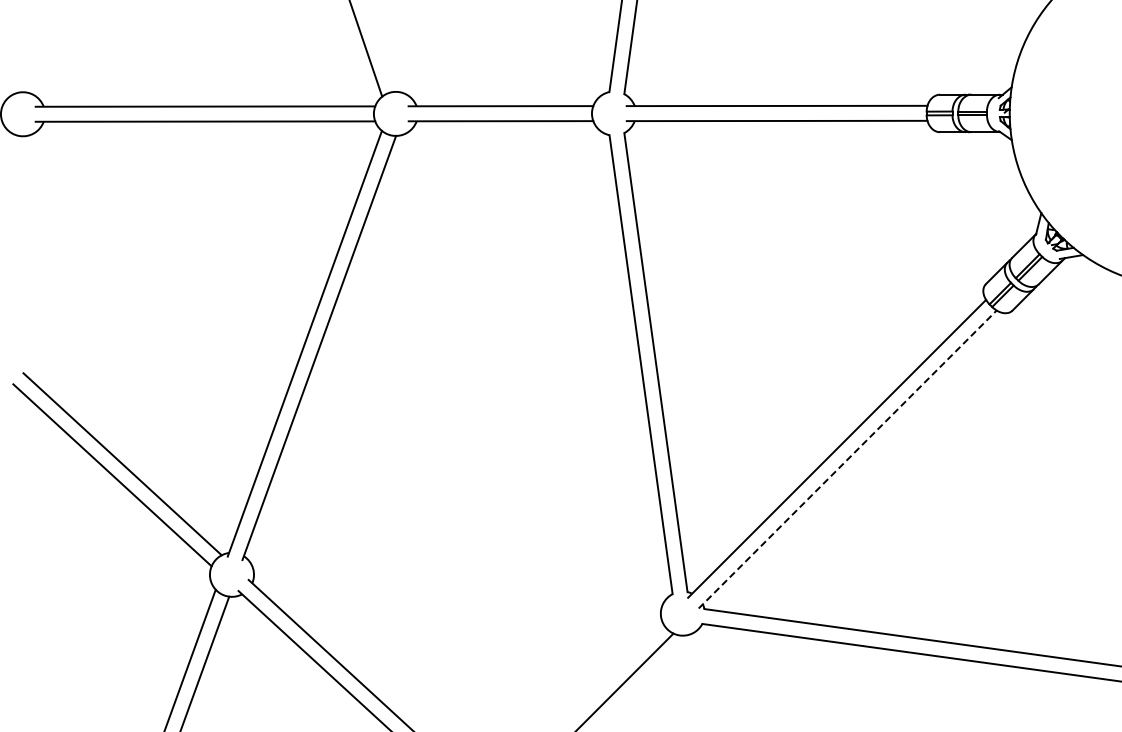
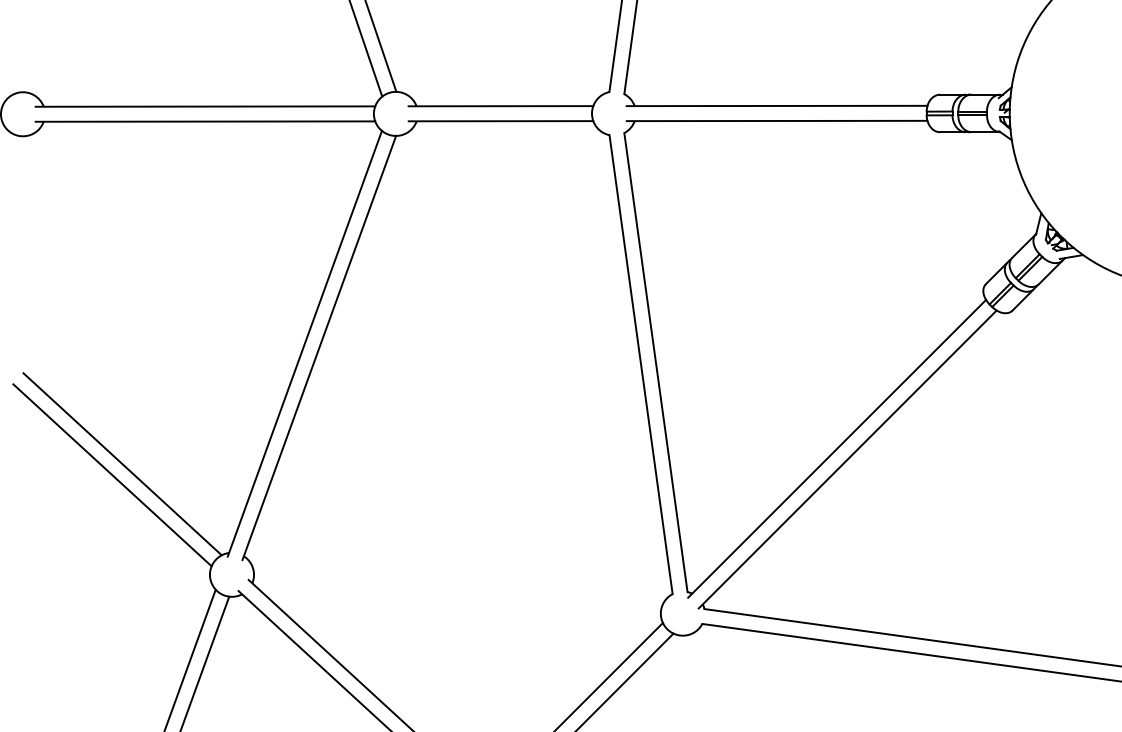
line at (381, 46): none -> present
line at (847, 459): dashed -> solid
line at (609, 675): none -> present
